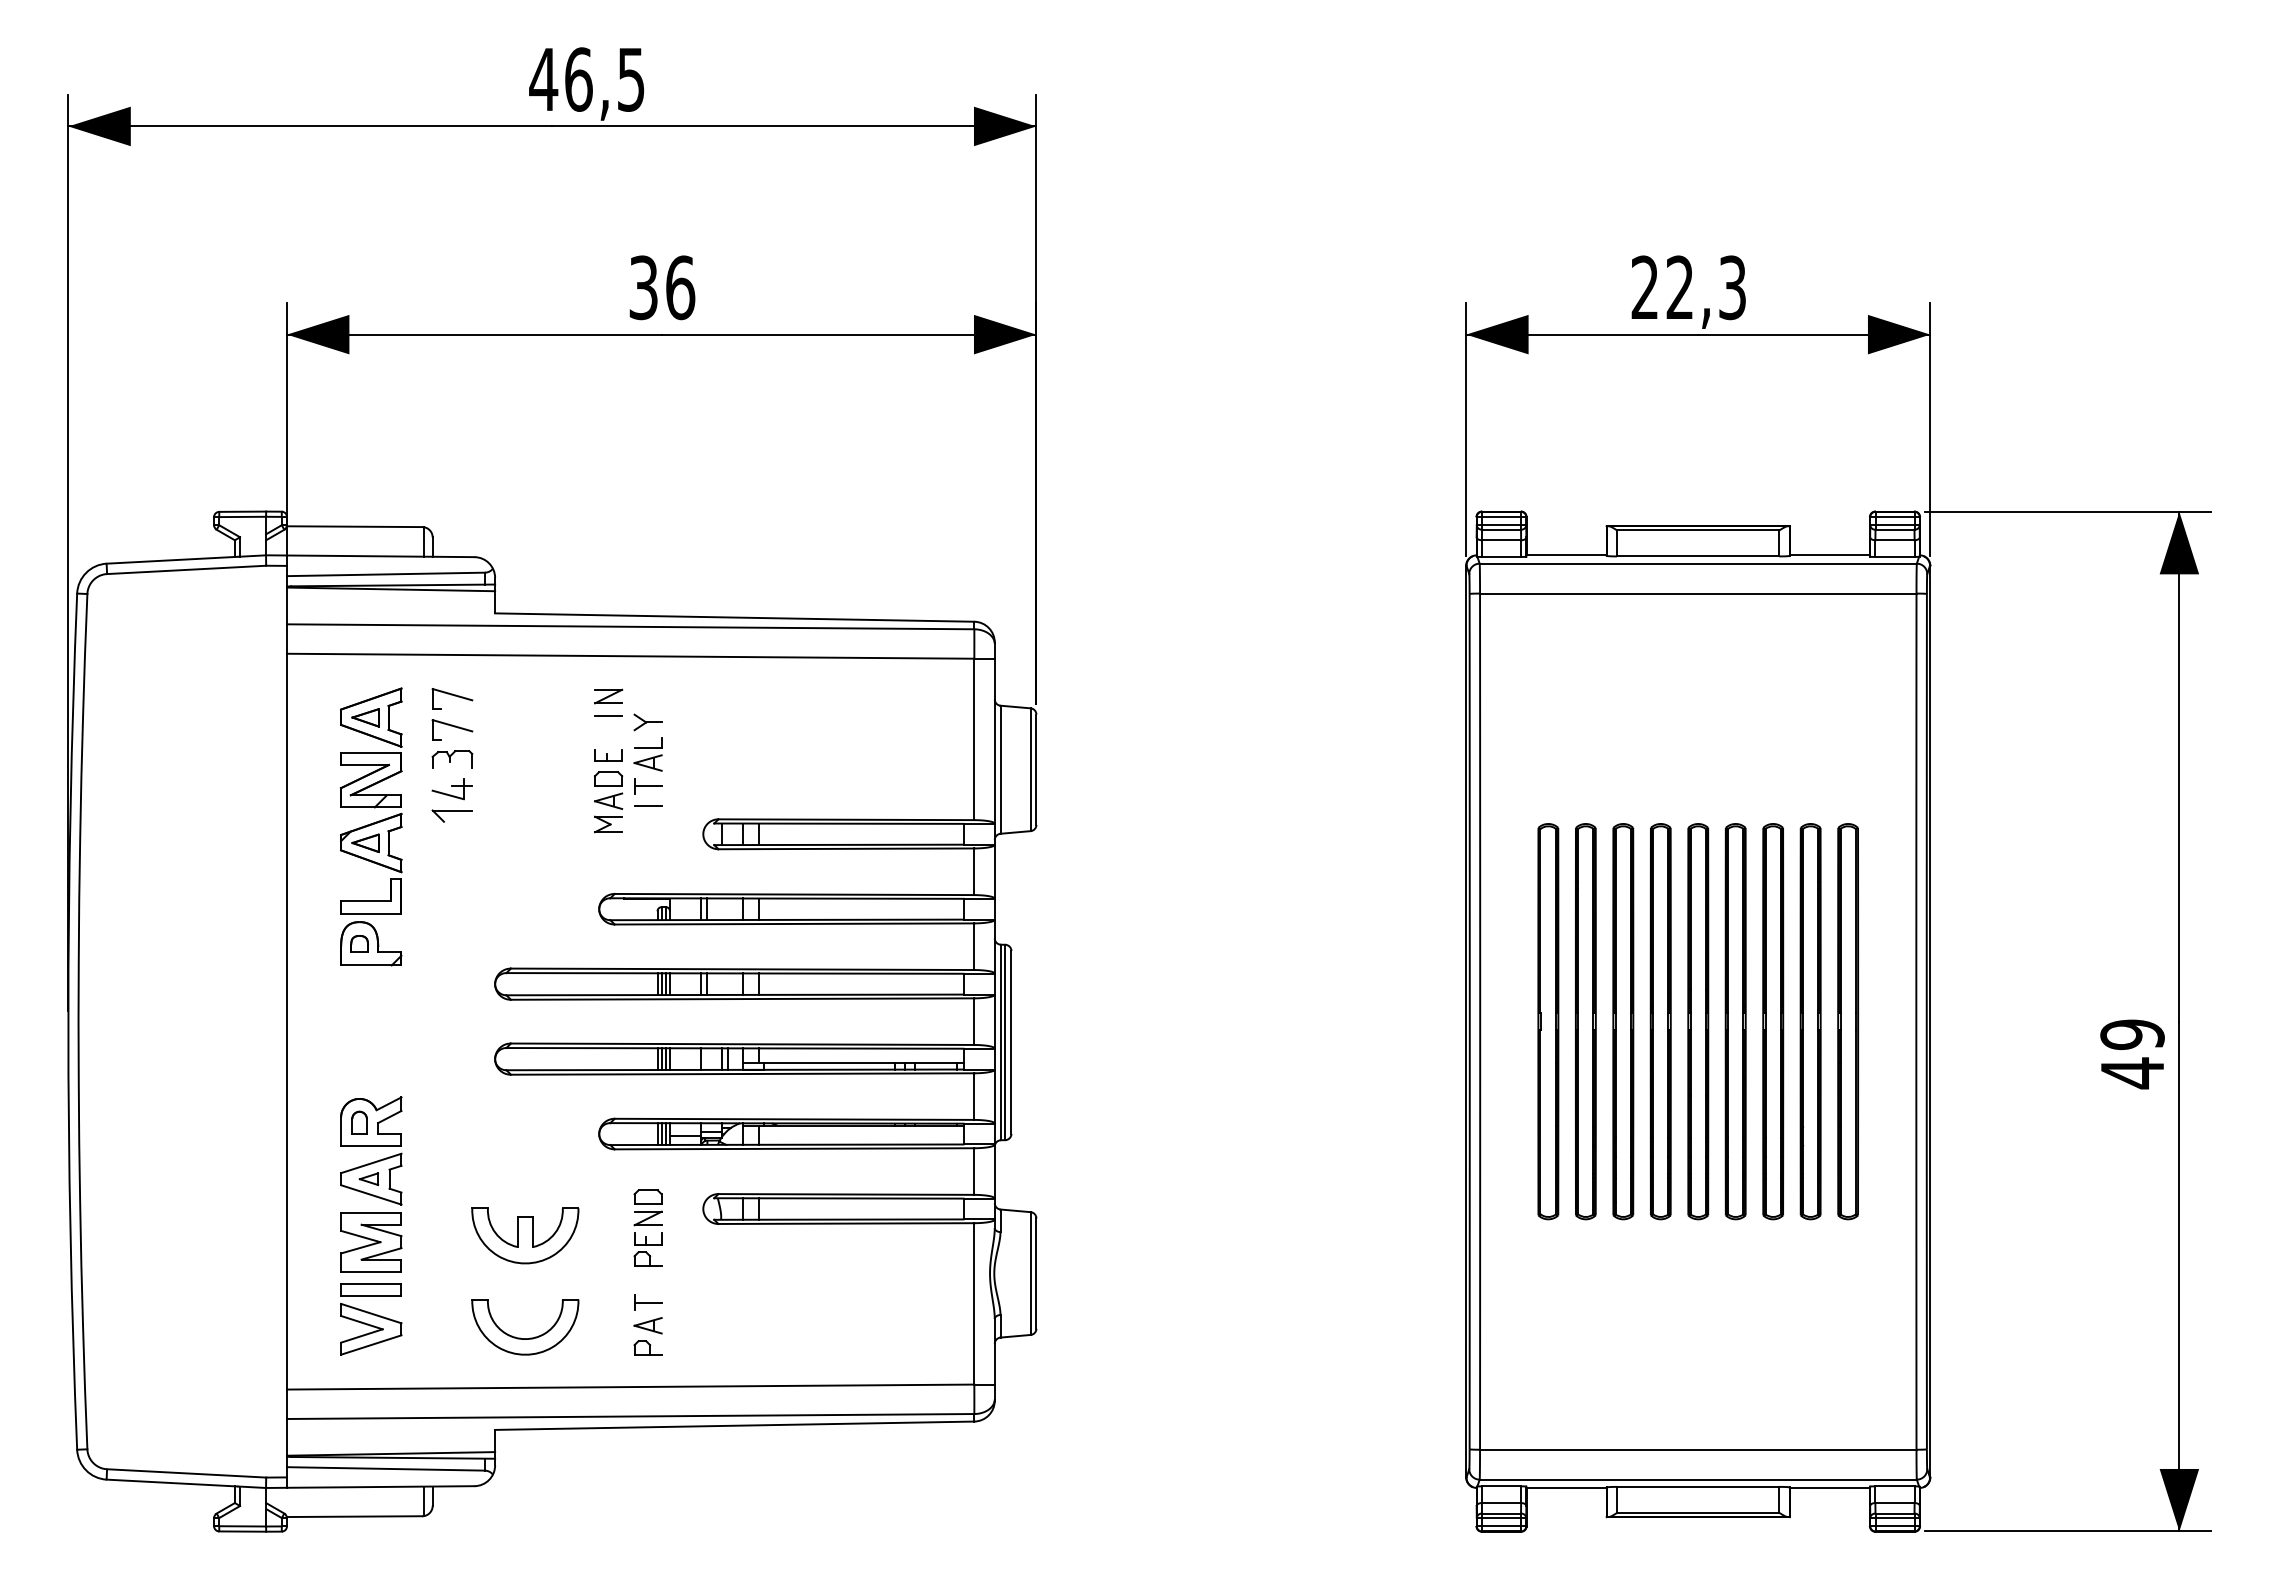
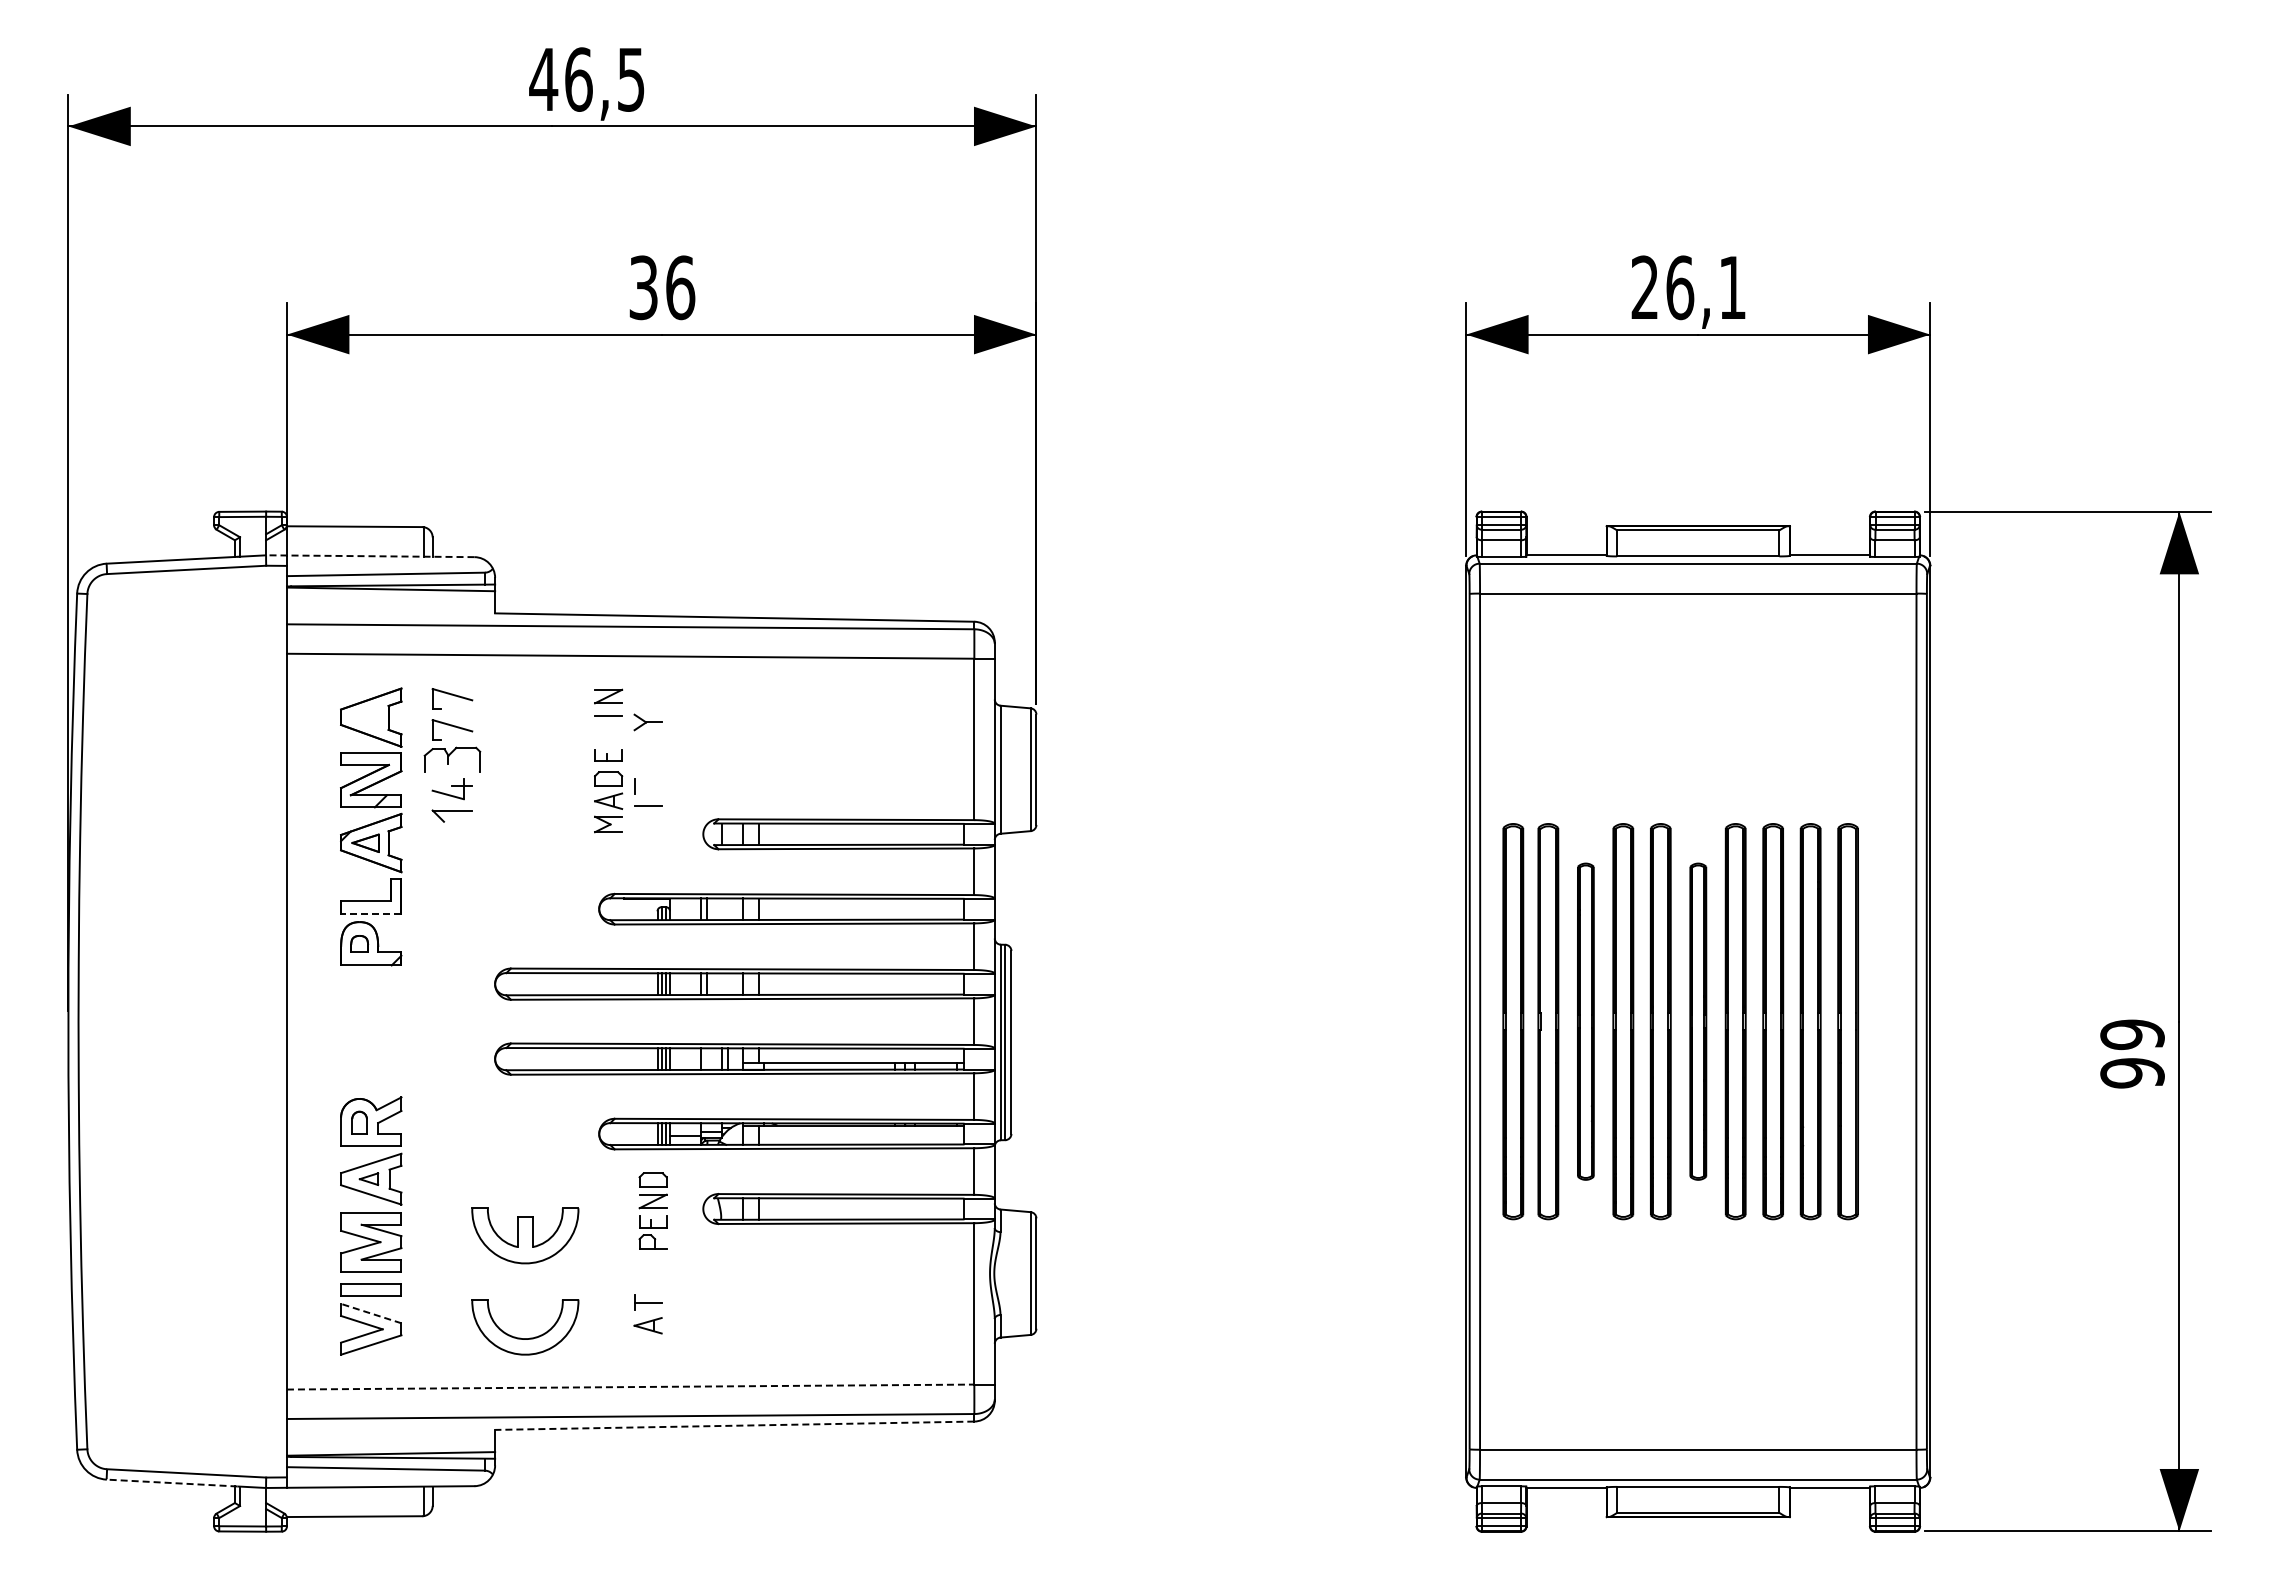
text at (1705, 287): 22,3 -> 26,1
line at (369, 556): solid -> dashed
part at (365, 717): present -> none
part at (647, 754): present -> none
part at (452, 759) size: 43x19 px -> 59x27 px
line at (647, 786): present -> none
line at (370, 914): solid -> dashed
part at (1513, 1021): none -> present
part at (1585, 1021) size: 22x398 px -> 18x319 px
part at (1698, 1021) size: 23x398 px -> 19x319 px
text at (2132, 1073): 49 -> 99
part at (647, 1227) position: (647, 1227) -> (652, 1210)
line at (371, 1313): solid -> dashed
part at (647, 1347): present -> none
line at (630, 1387): solid -> dashed
line at (734, 1425): solid -> dashed
line at (171, 1483): solid -> dashed
